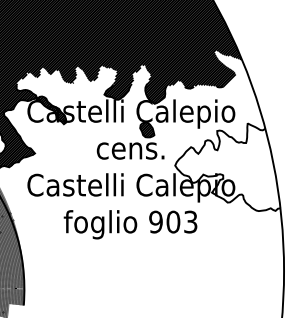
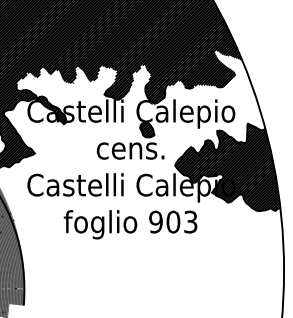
hatch at (227, 166): none -> present
